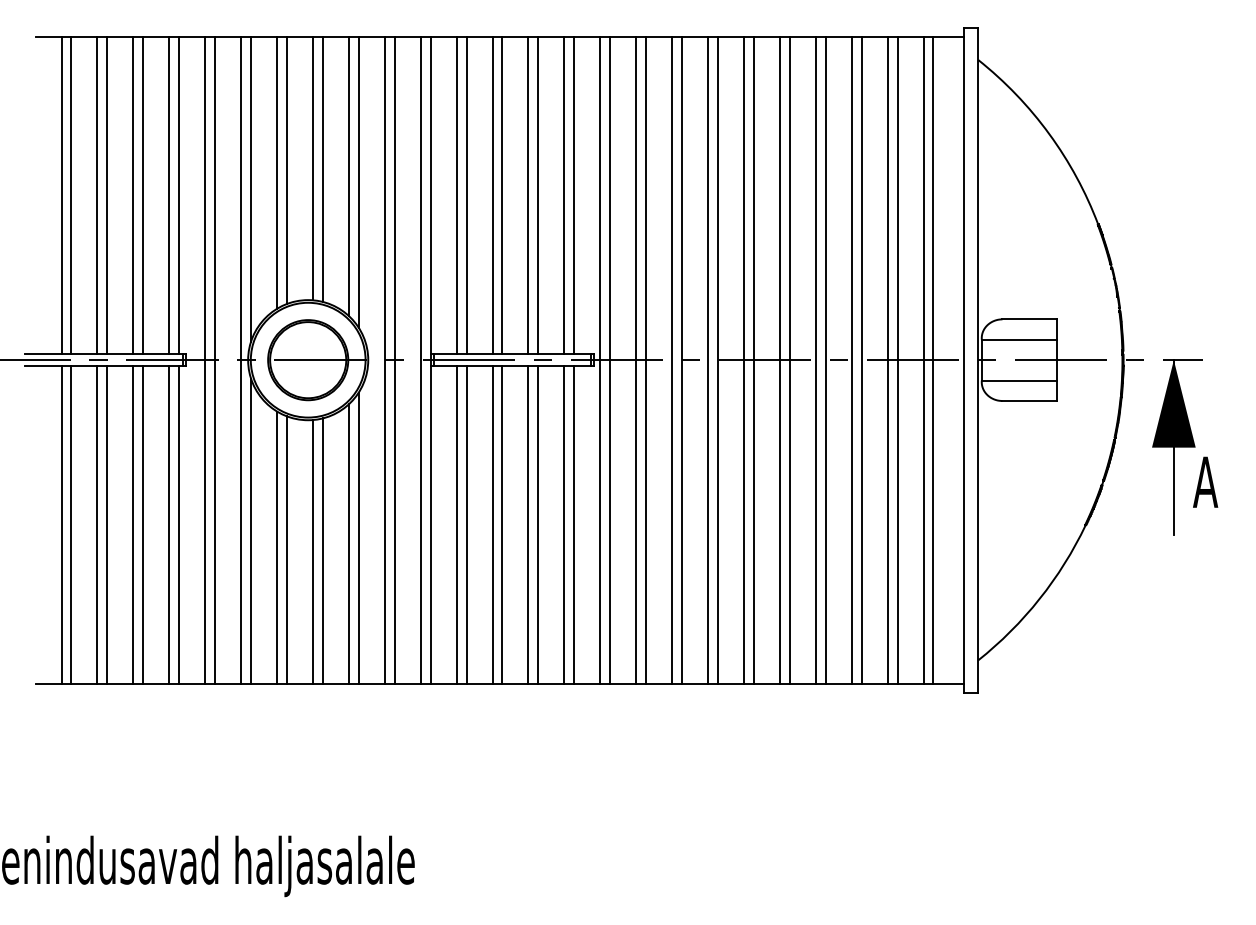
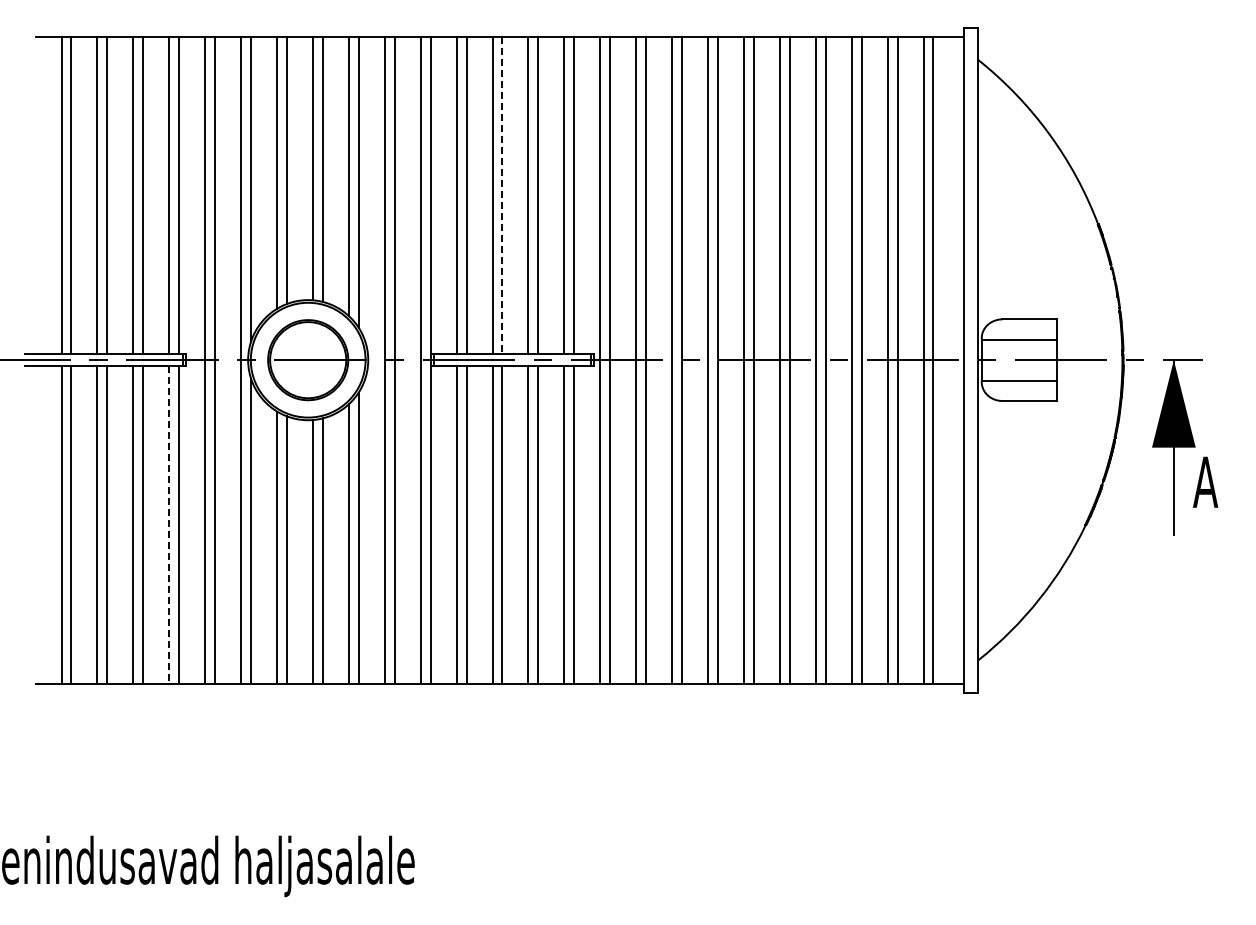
line at (502, 195): solid -> dashed
line at (169, 524): solid -> dashed
